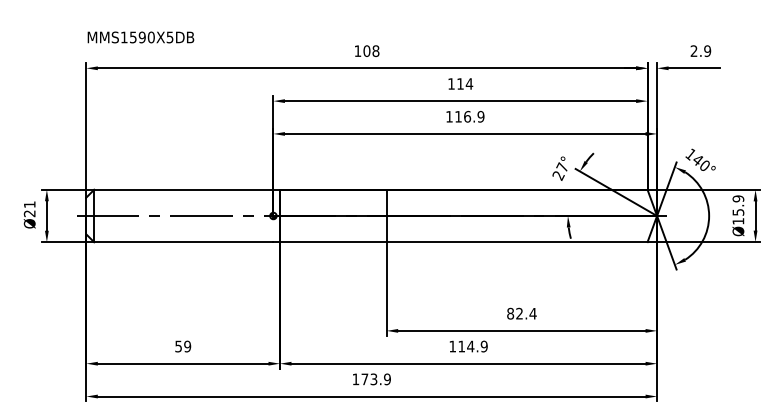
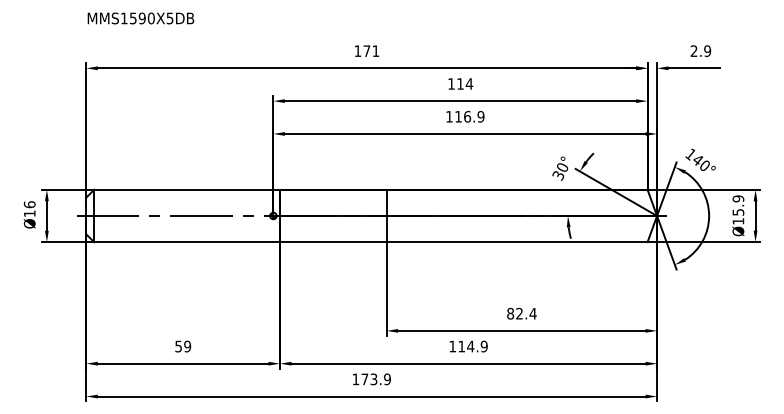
text at (140, 37) position: (140, 37) -> (140, 18)
text at (371, 51): 108 -> 171
text at (560, 171): 27° -> 30°
text at (29, 209): Ø21 -> Ø16
